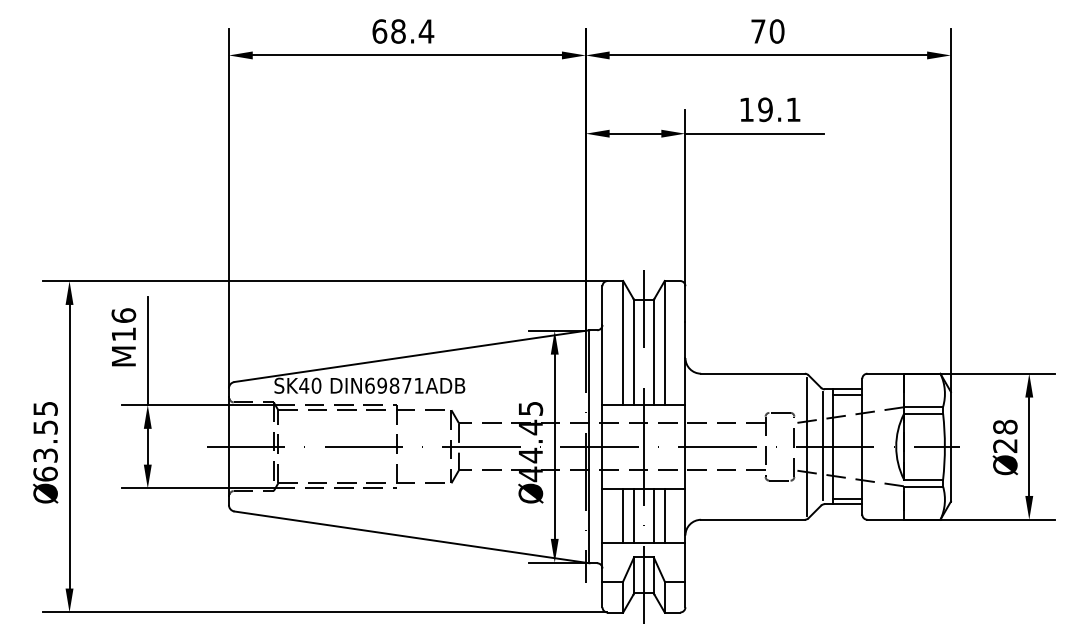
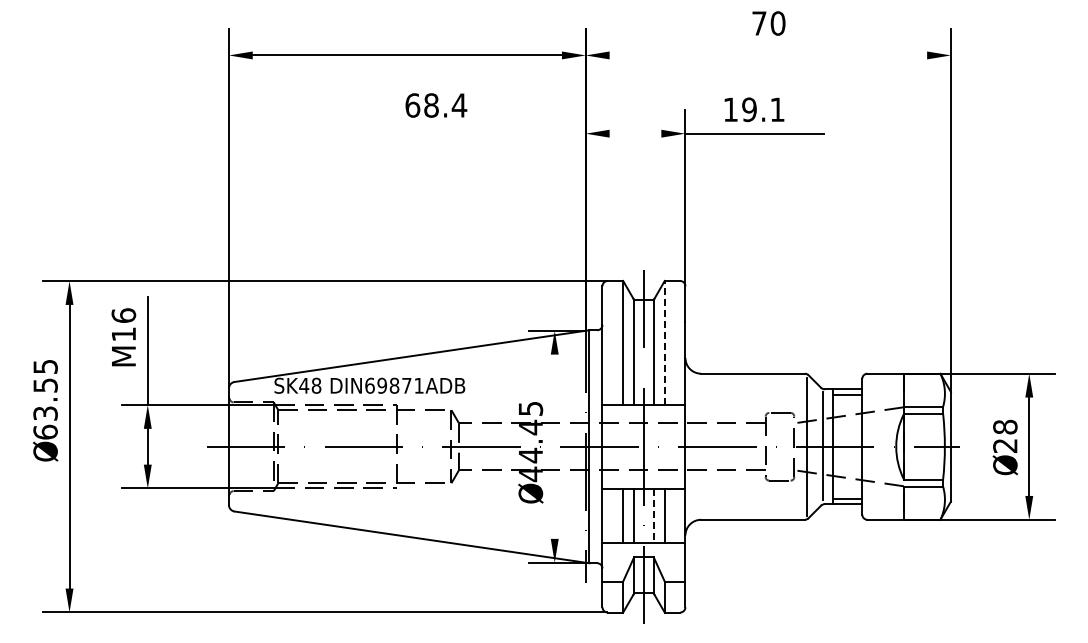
text at (403, 31) position: (403, 31) -> (436, 105)
text at (767, 31) position: (767, 31) -> (768, 23)
line at (768, 55): present -> none
text at (770, 109) position: (770, 109) -> (754, 109)
line at (635, 133): present -> none
line at (664, 342): solid -> dashed
text at (316, 385): SK40 -> SK48
line at (554, 446): present -> none
text at (45, 452) position: (45, 452) -> (45, 410)
line at (653, 516): solid -> dashed
